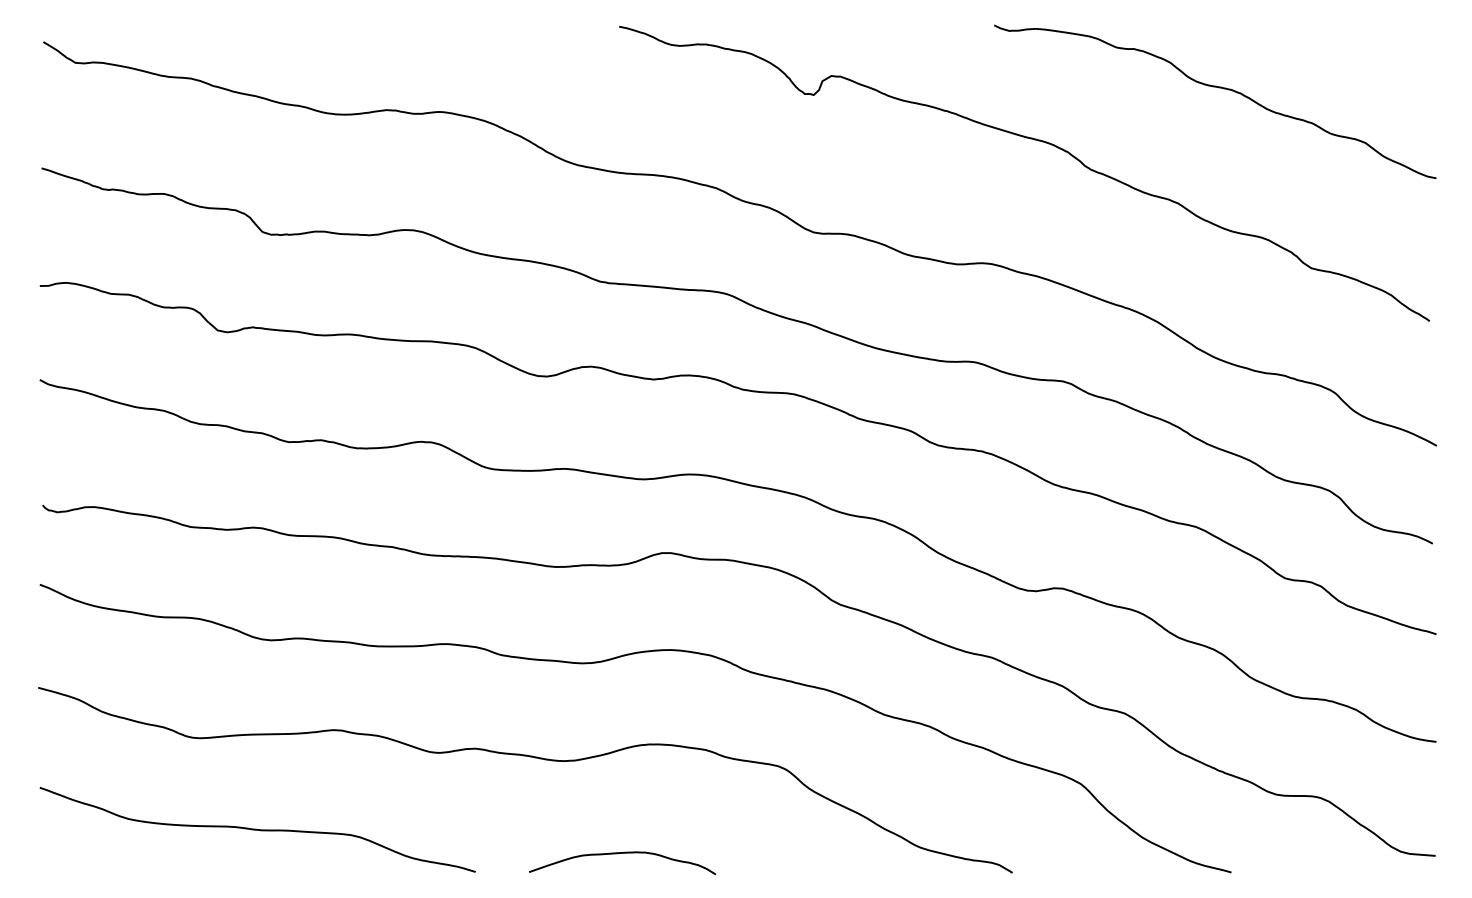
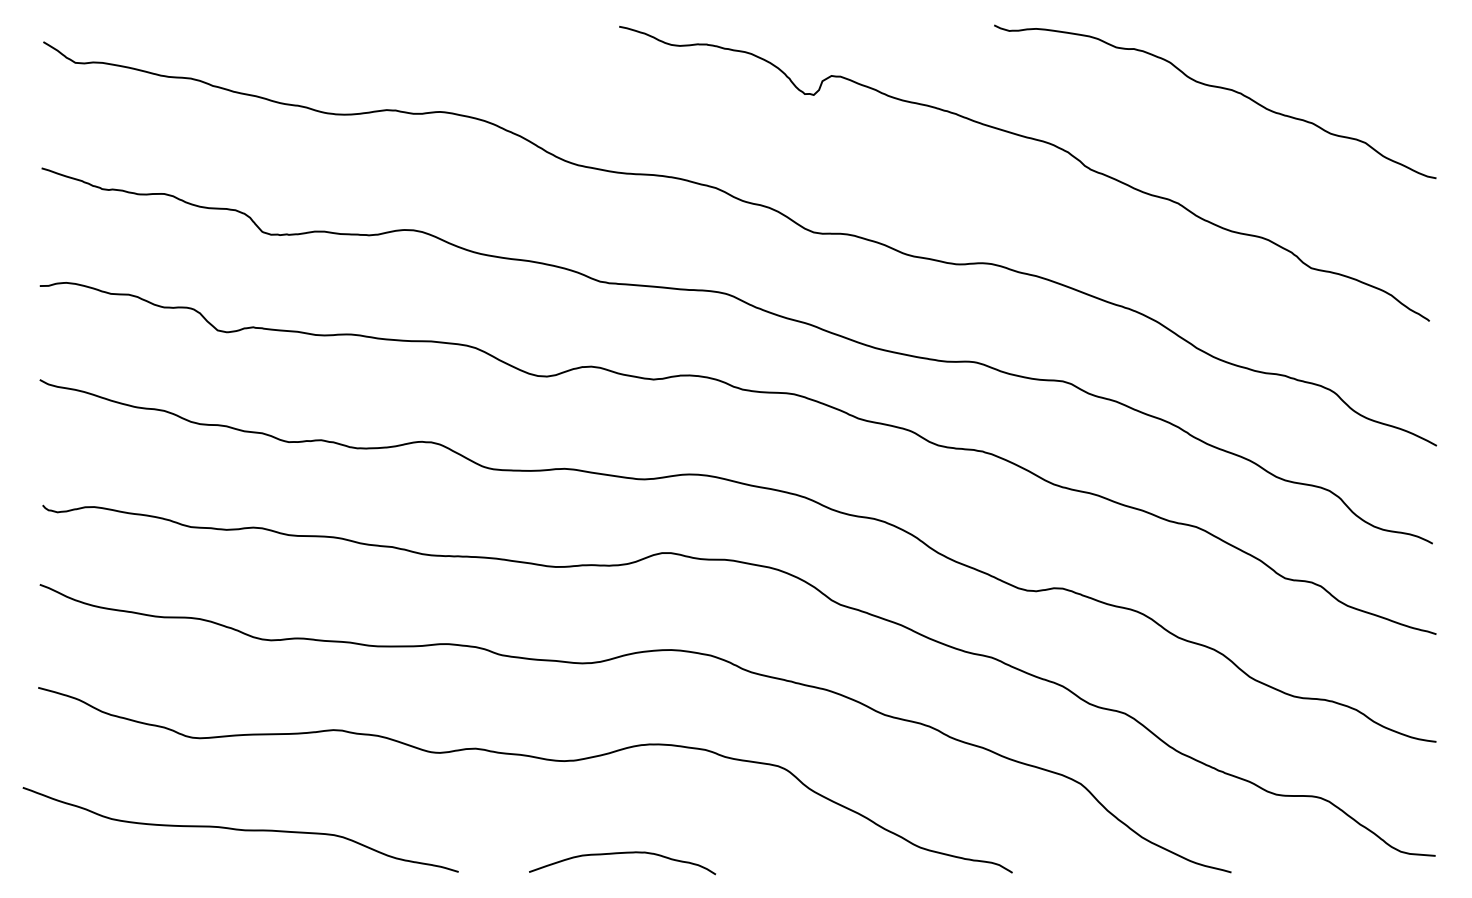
curve at (257, 829) position: (257, 829) -> (240, 829)
